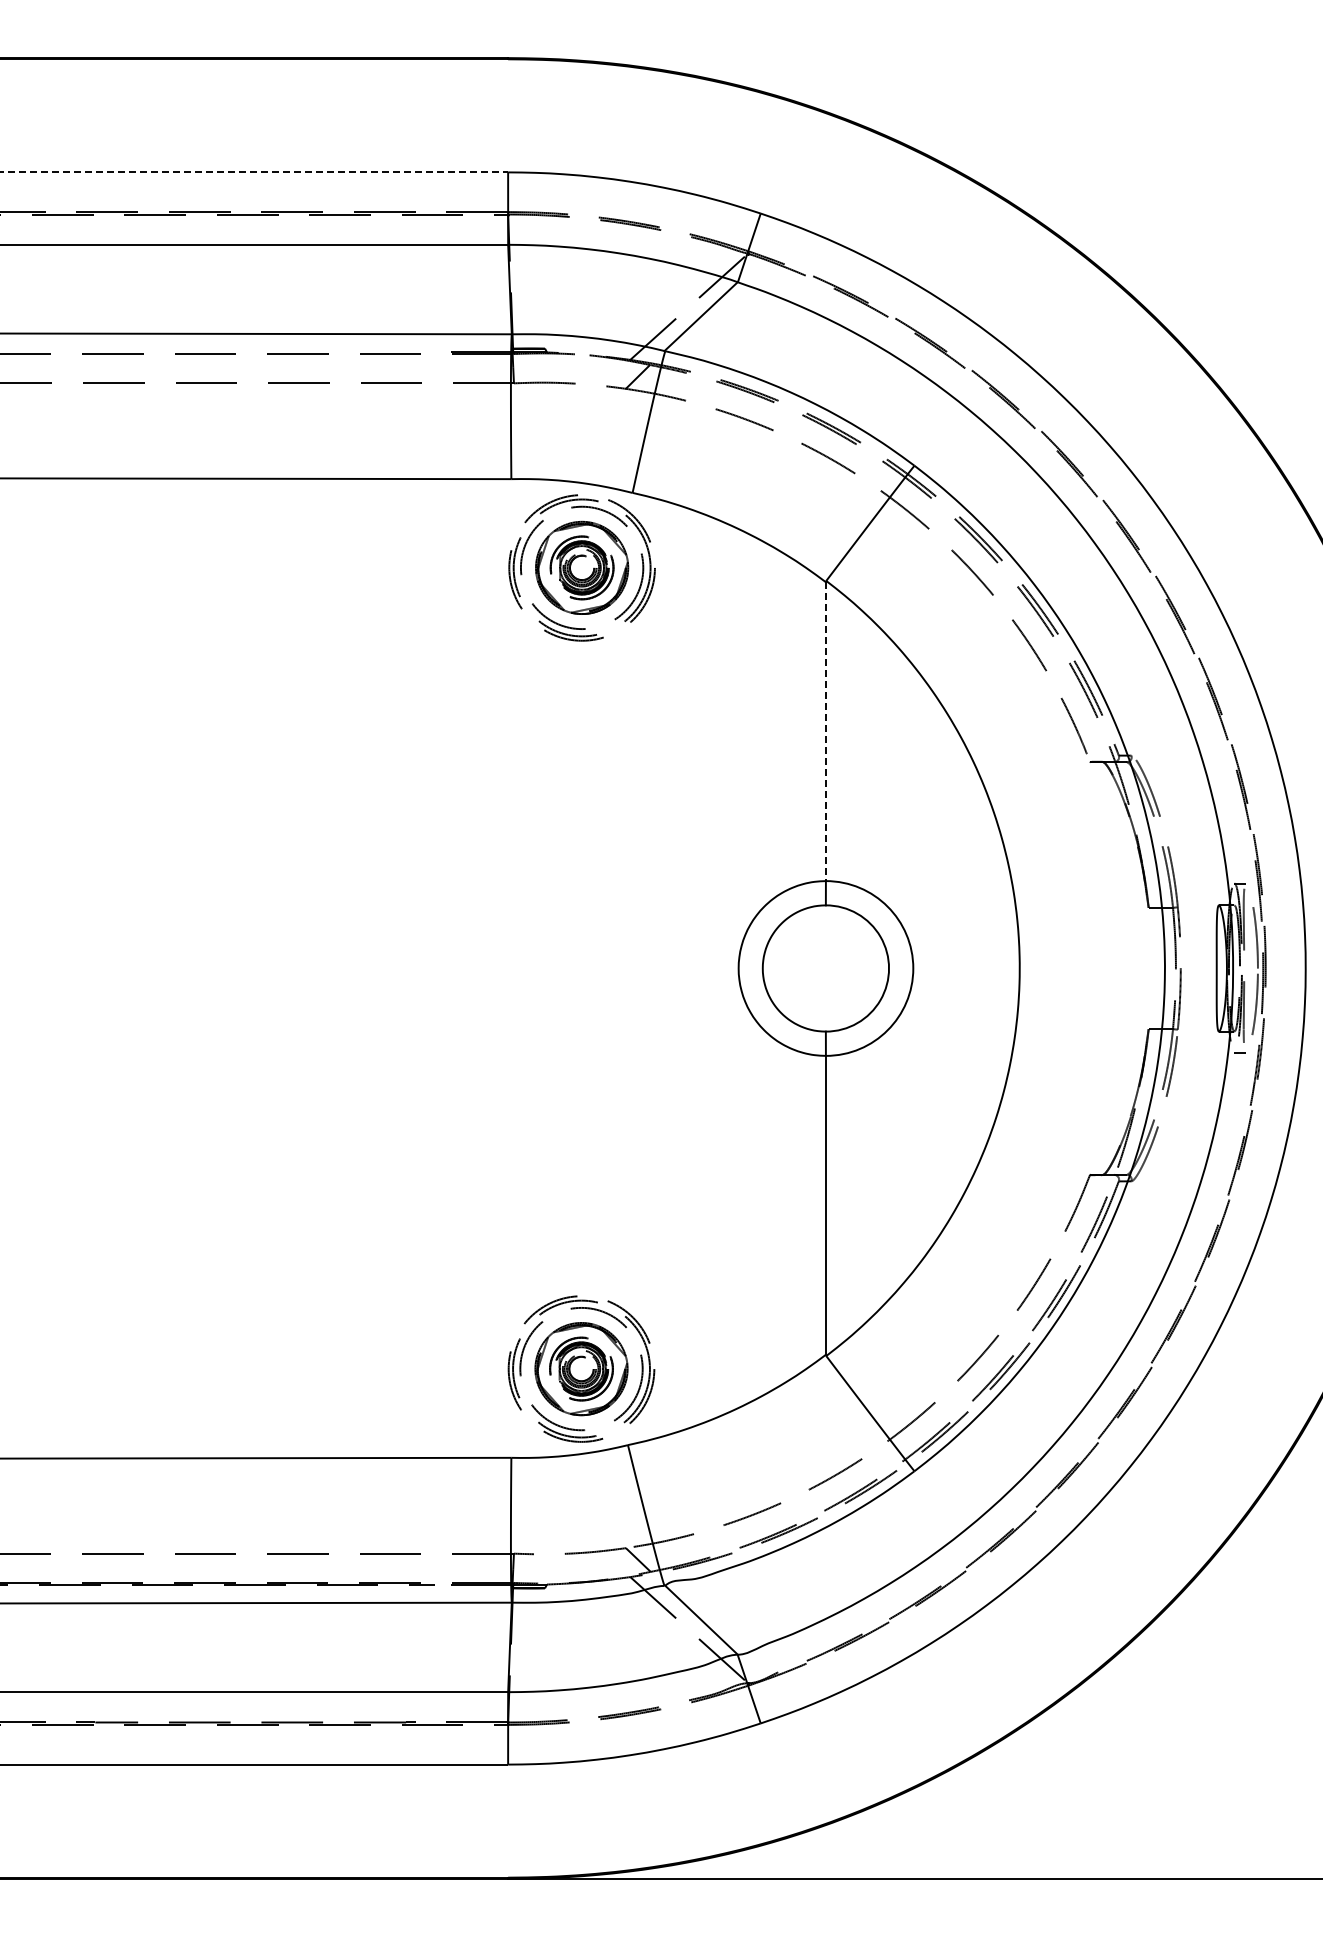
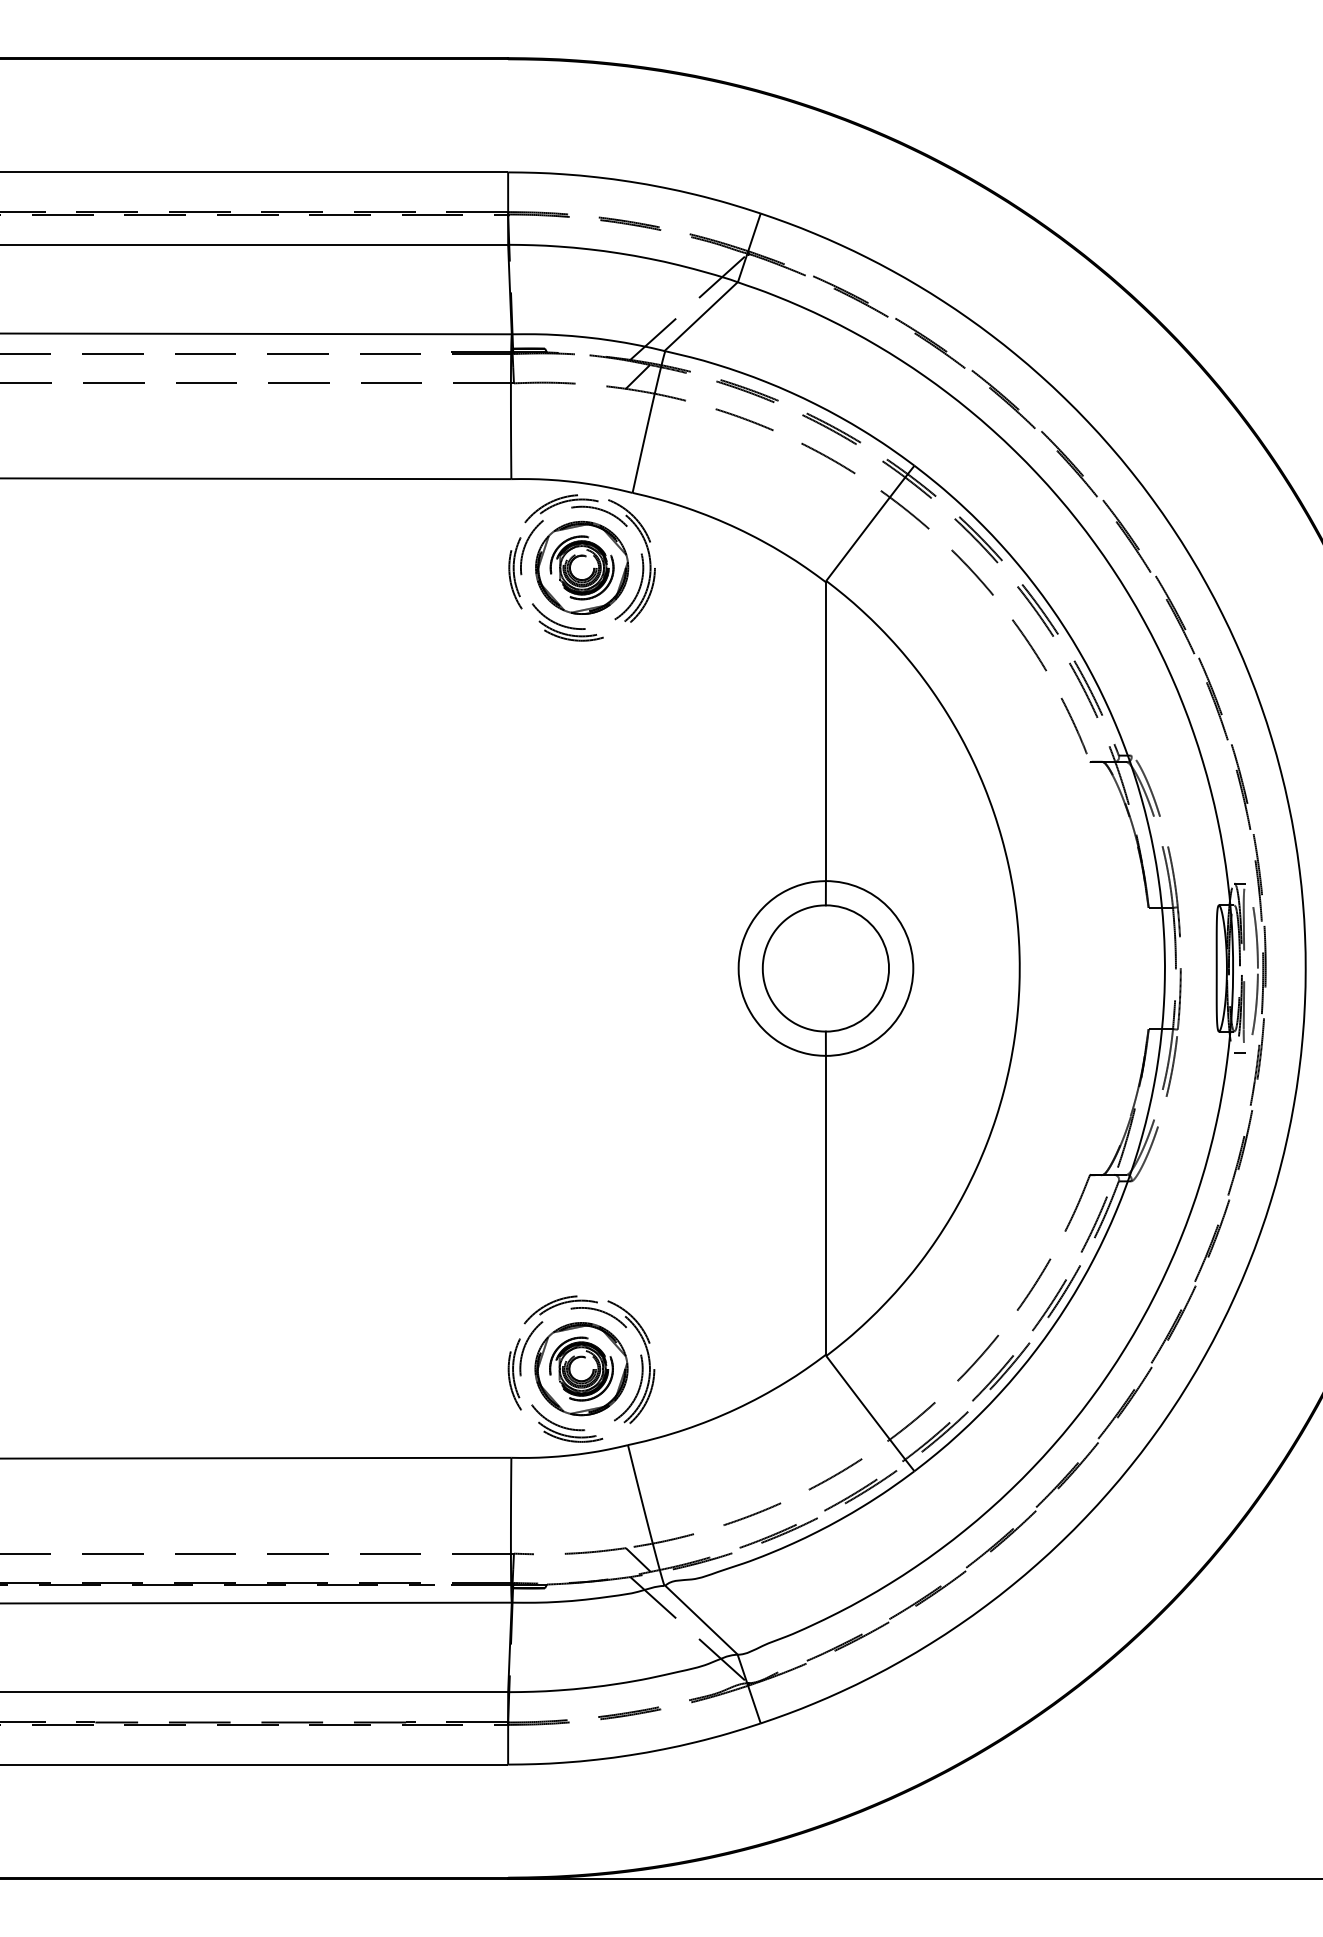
line at (254, 172): dashed -> solid
line at (825, 732): dashed -> solid
